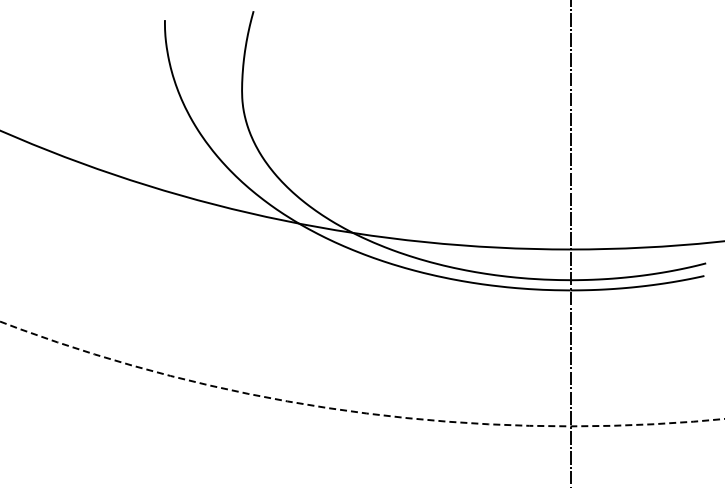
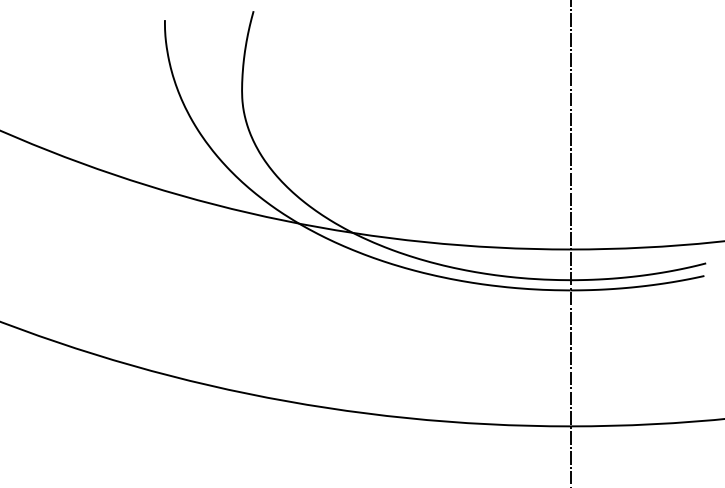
circle at (362, 373): dashed -> solid
